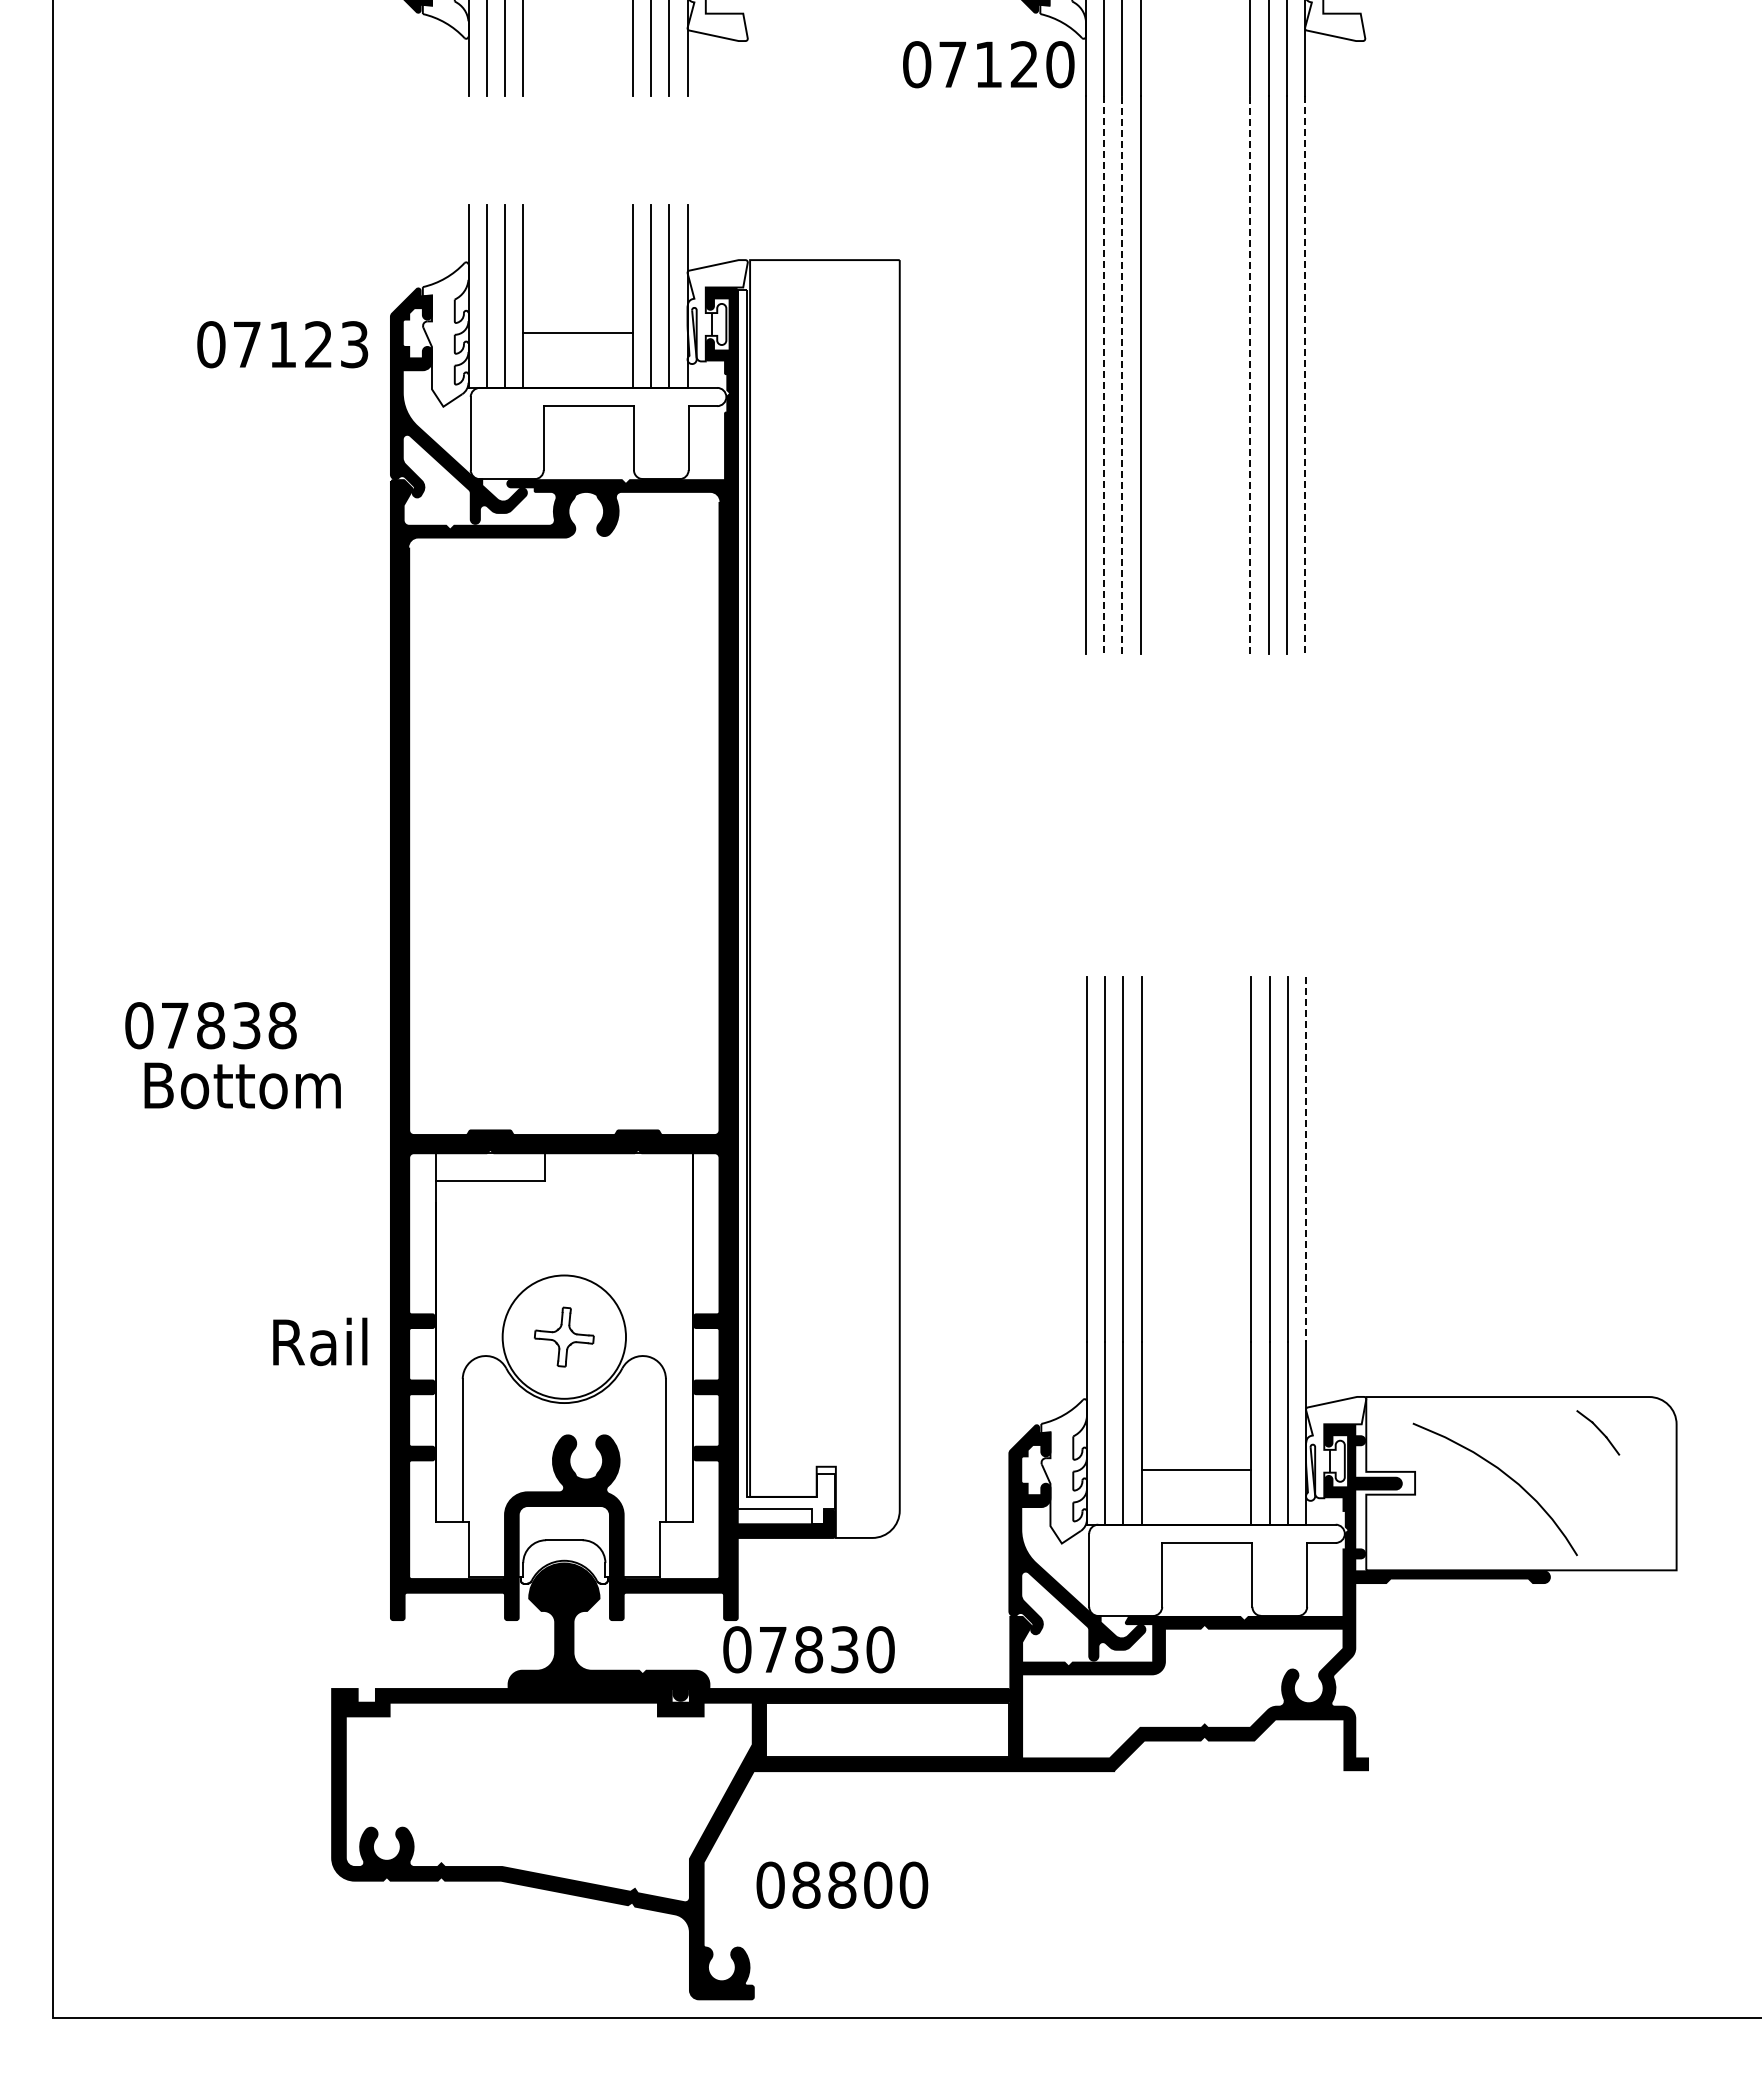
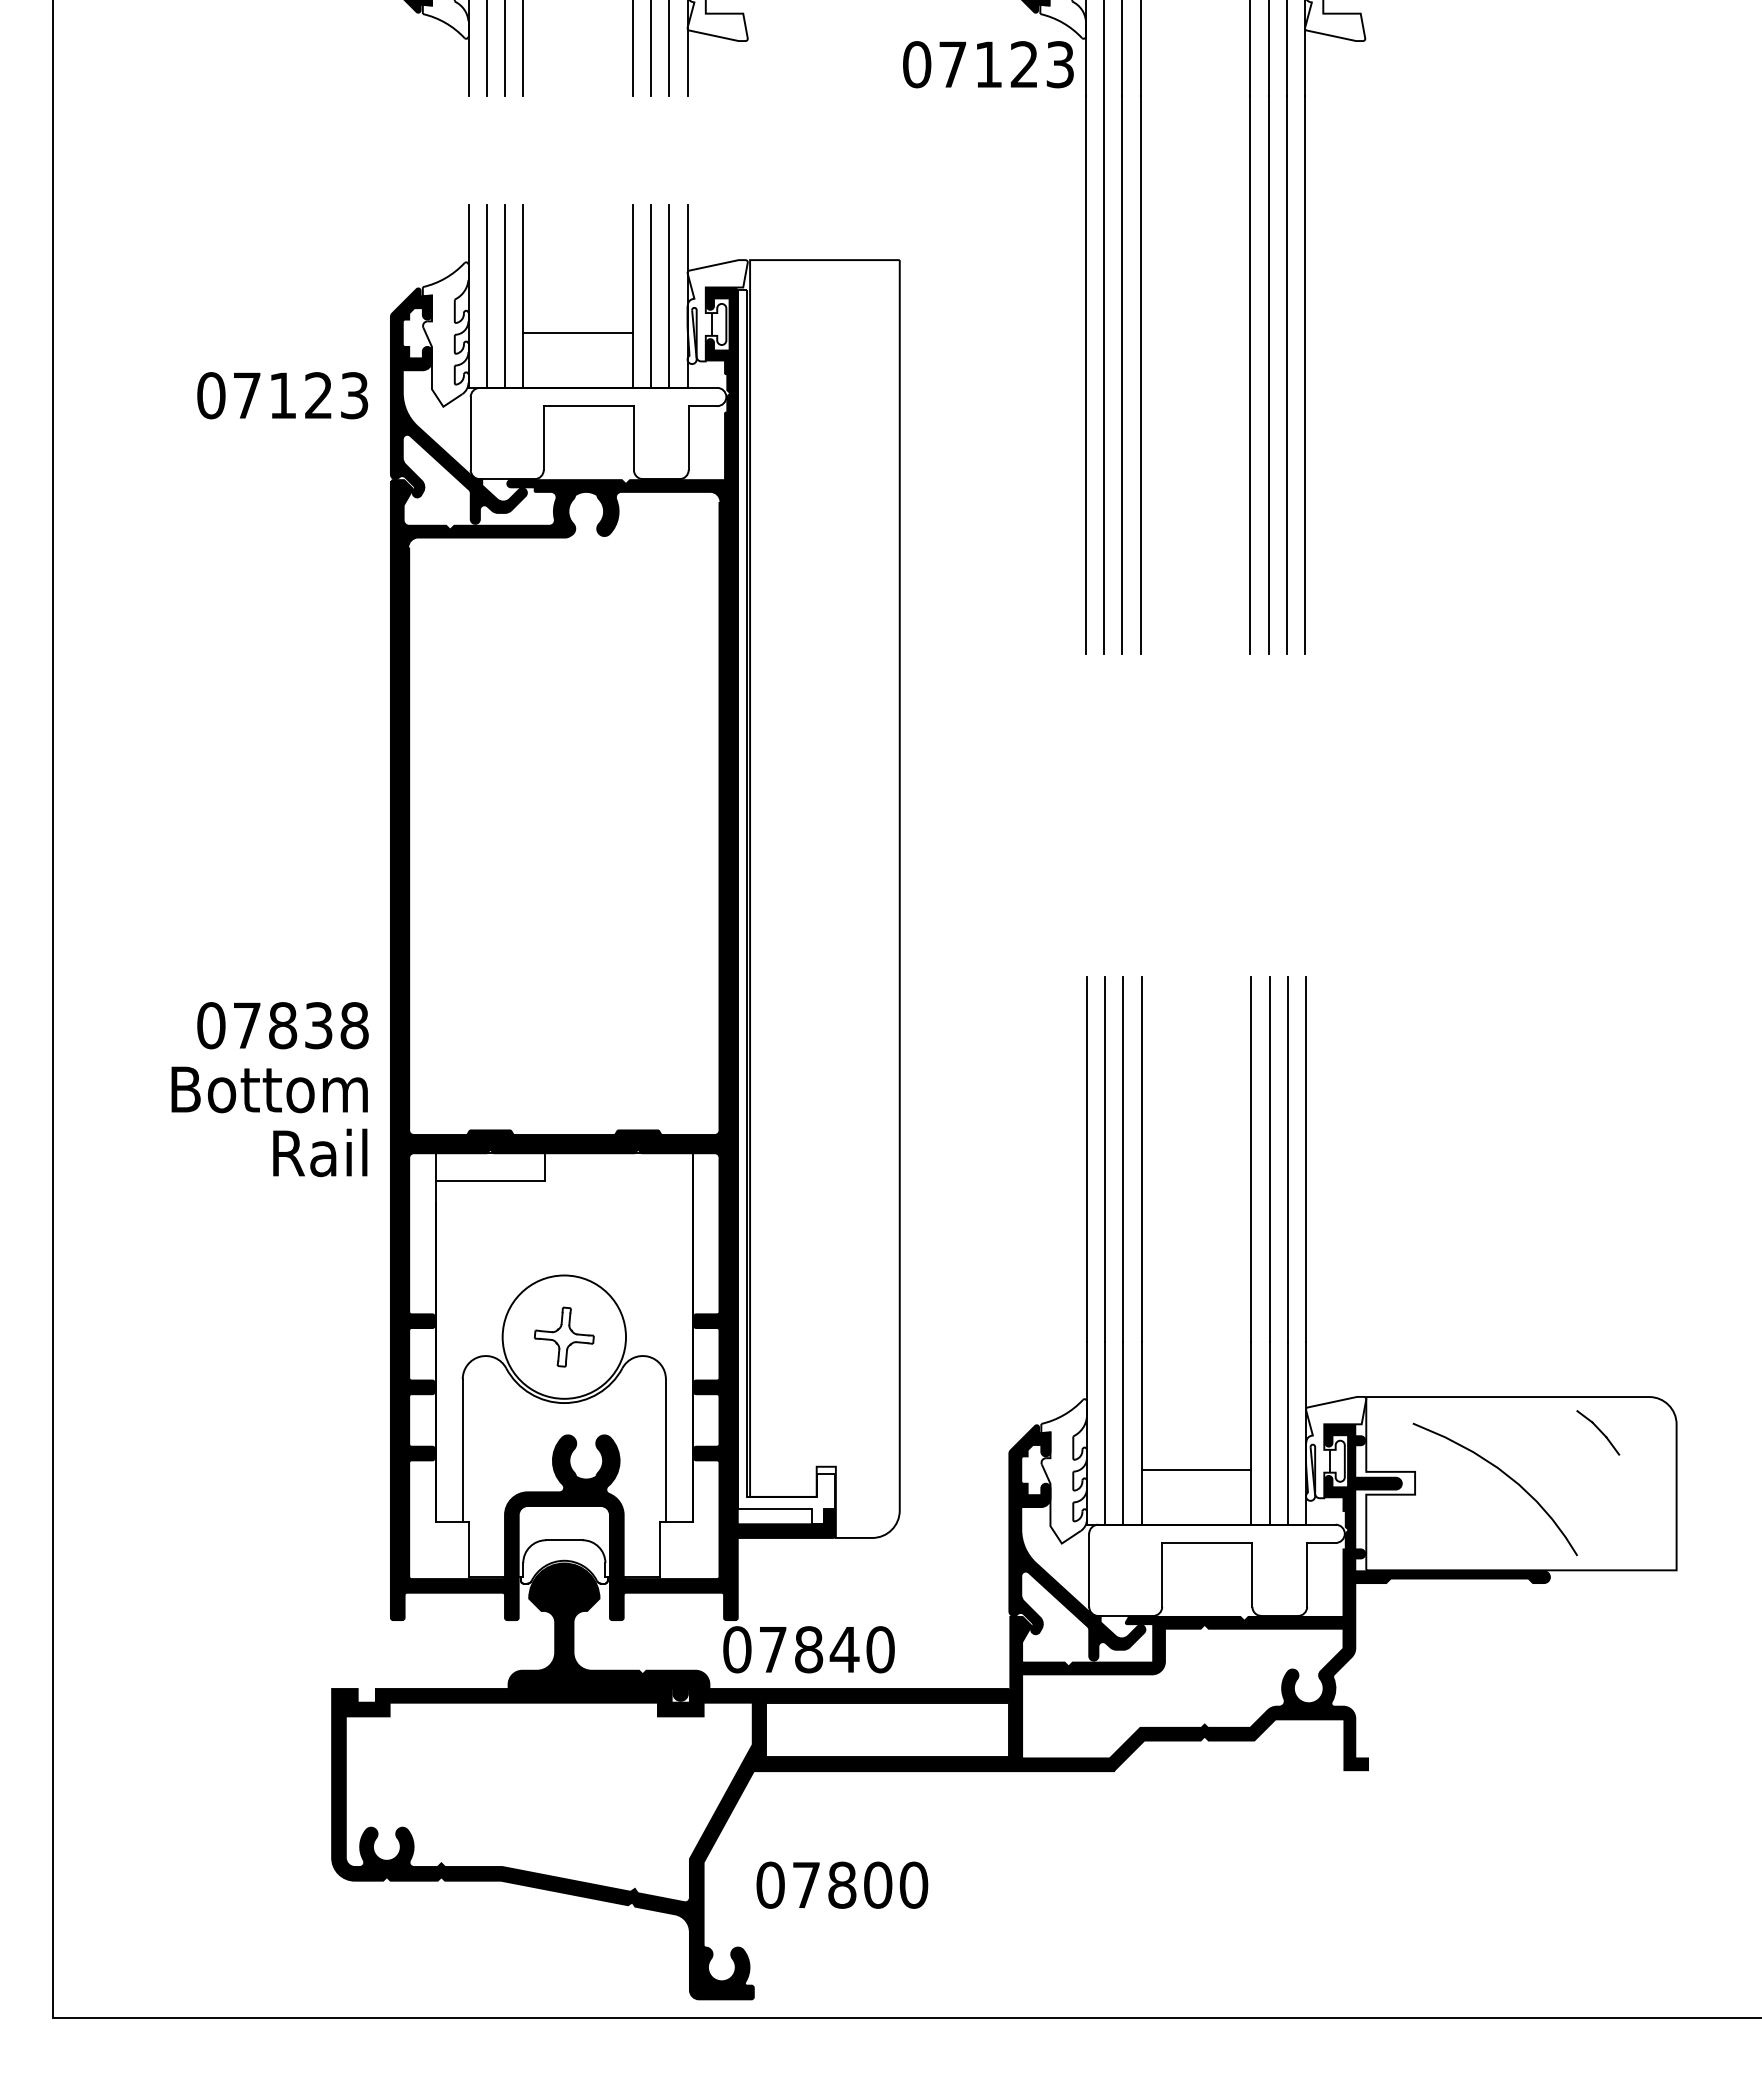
text at (1060, 64): 07120 -> 07123
text at (282, 344) position: (282, 344) -> (282, 395)
line at (1122, 374): dashed -> solid
line at (1250, 374): dashed -> solid
line at (1104, 375): dashed -> solid
line at (1305, 375): dashed -> solid
text at (210, 1025) position: (210, 1025) -> (282, 1025)
text at (242, 1085) position: (242, 1085) -> (269, 1089)
line at (1306, 1159): dashed -> solid
text at (320, 1341) position: (320, 1341) -> (320, 1152)
text at (844, 1649): 07830 -> 07840
text at (806, 1884): 08800 -> 07800
